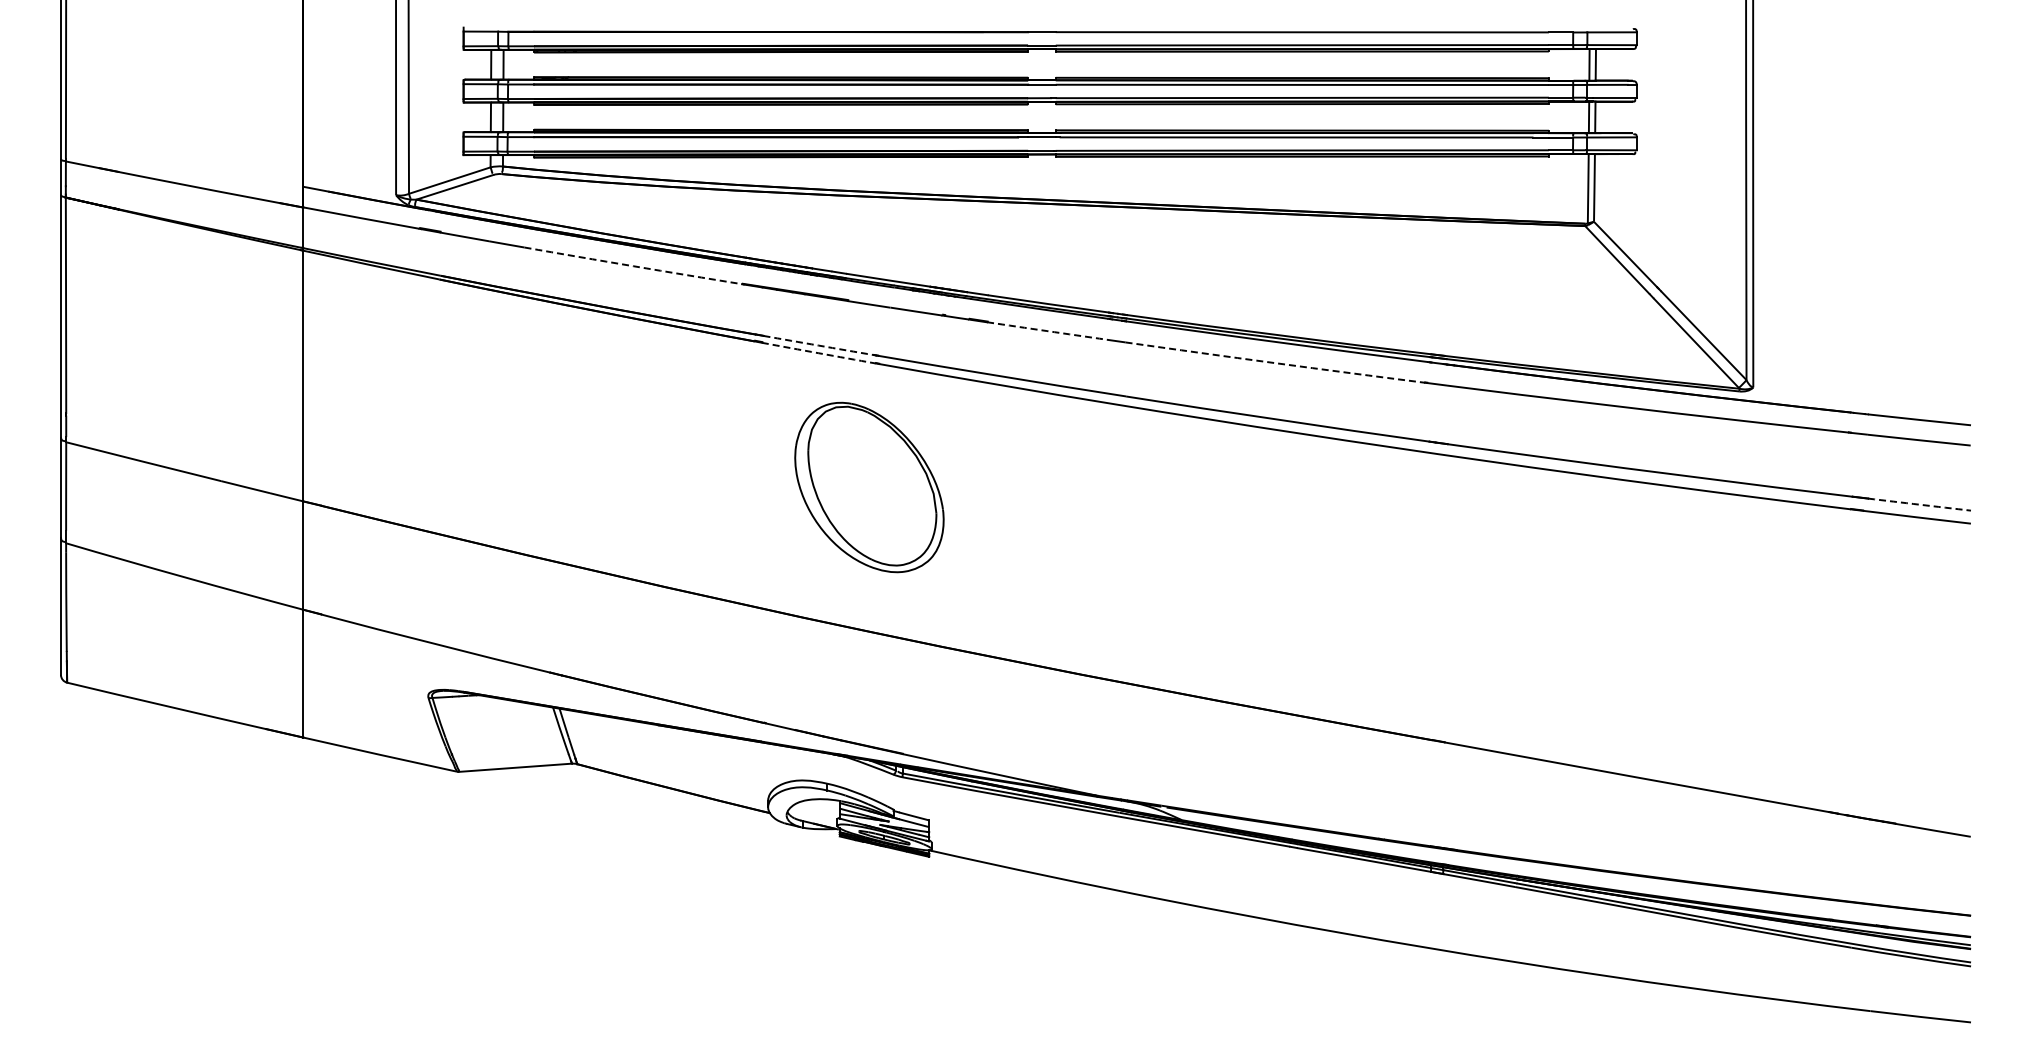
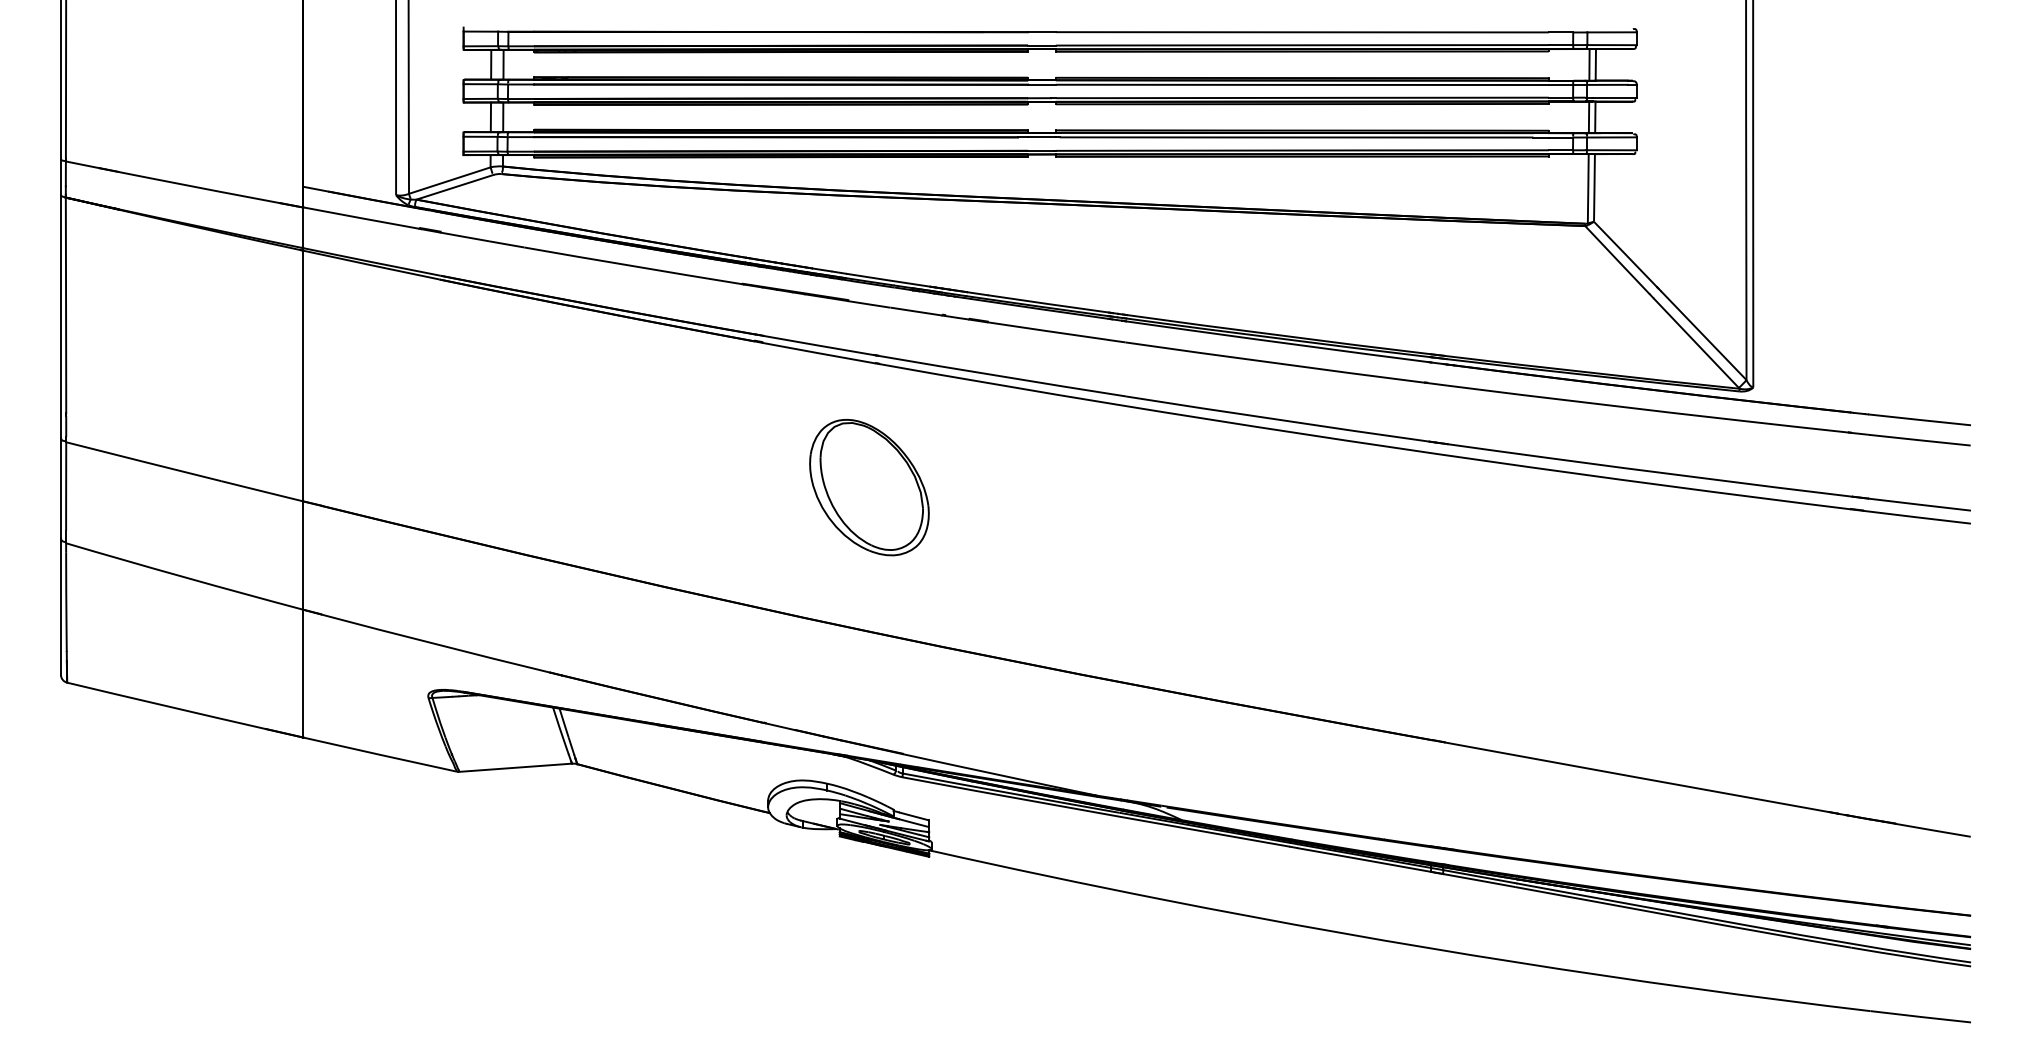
arc at (633, 266): dashed -> solid
arc at (1046, 331): dashed -> solid
arc at (818, 345): dashed -> solid
arc at (818, 353): dashed -> solid
arc at (1275, 363): dashed -> solid
part at (869, 487) size: 151x173 px -> 121x138 px
arc at (1919, 504): dashed -> solid
